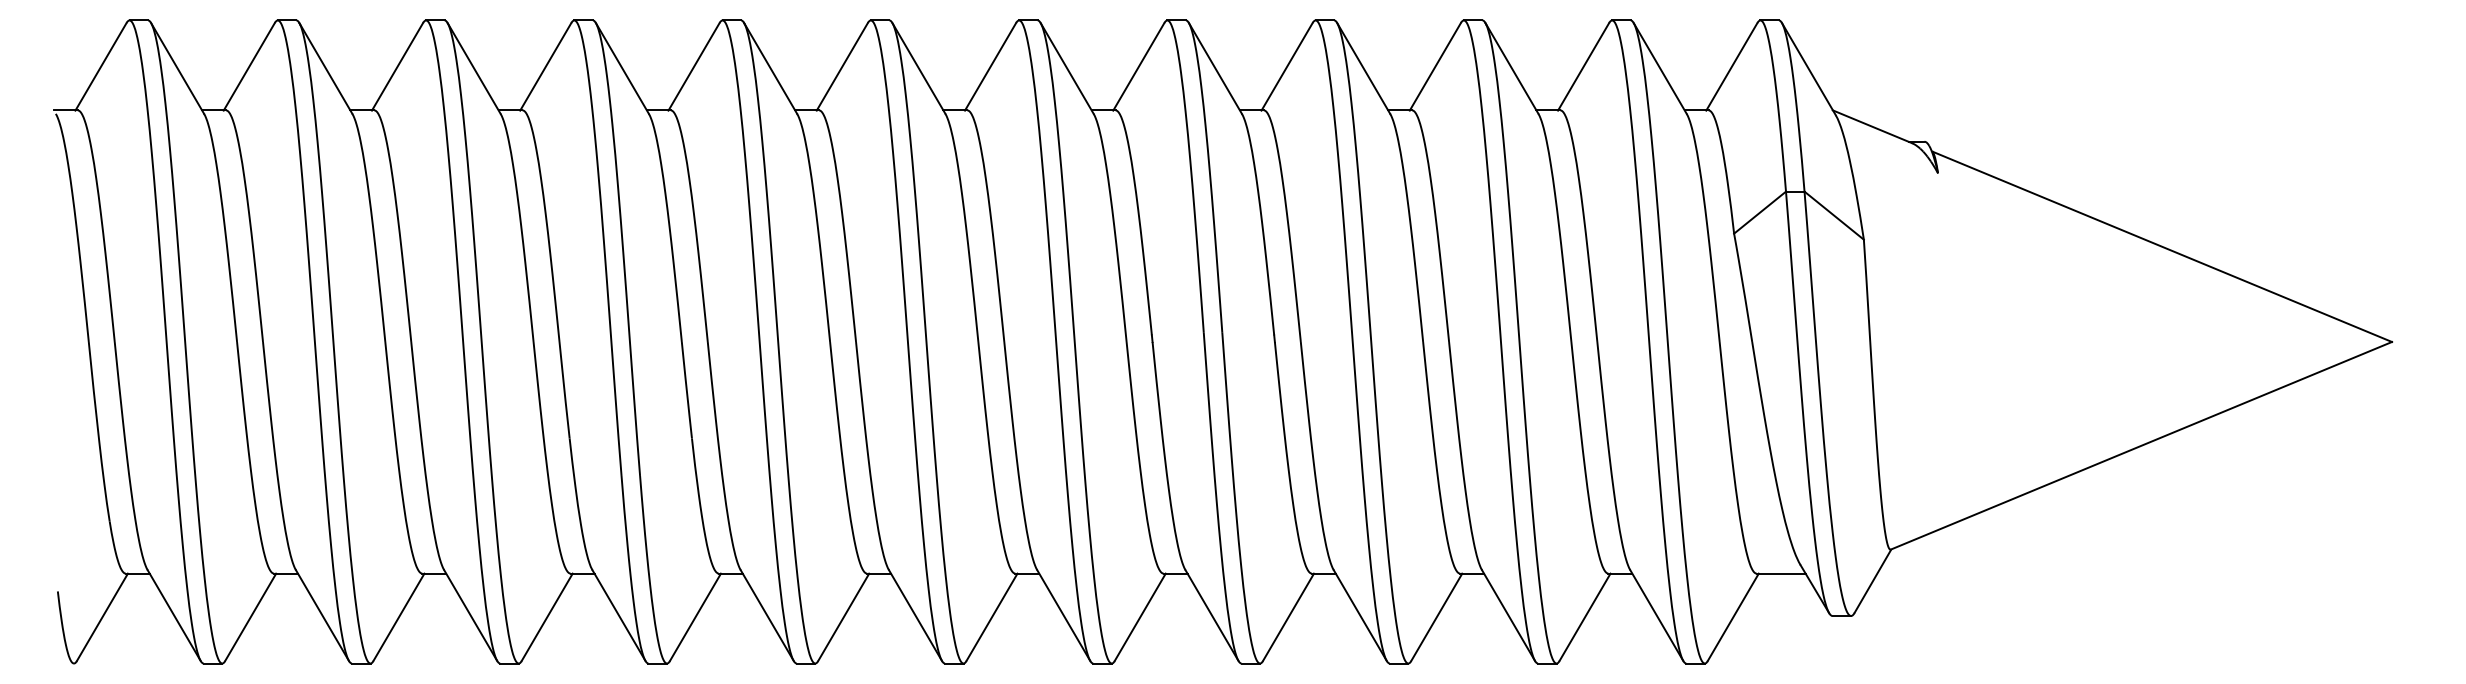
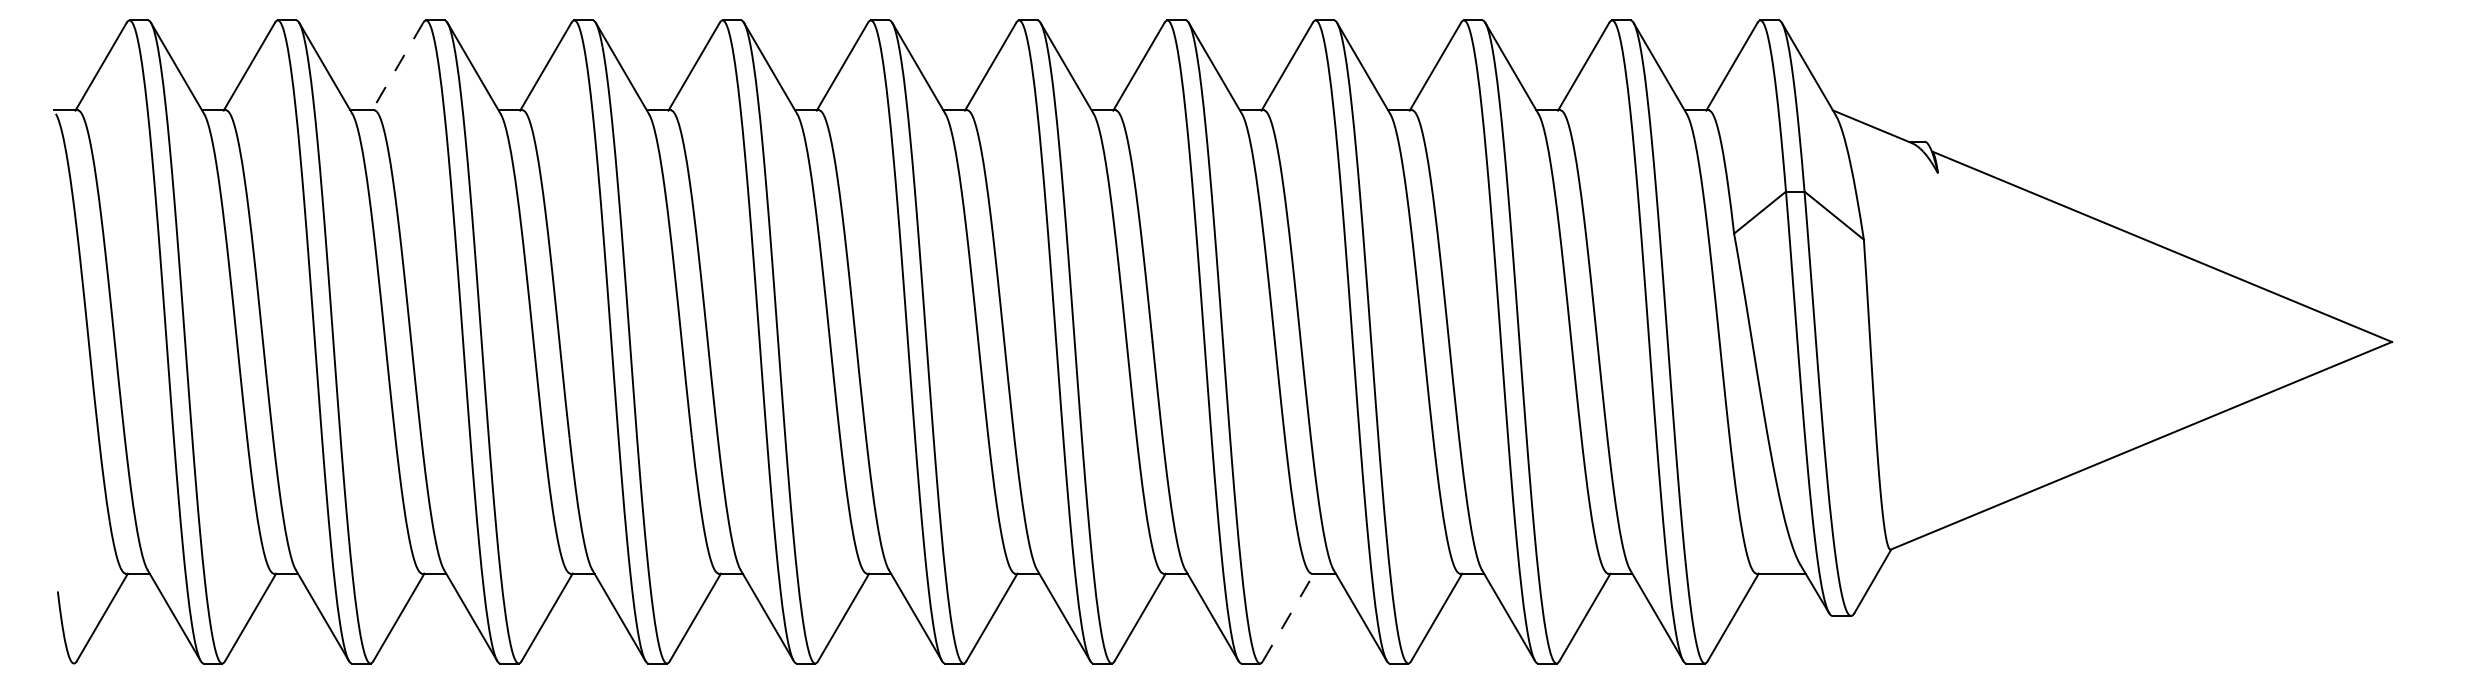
line at (397, 66): solid -> dashed
line at (1288, 617): solid -> dashed
